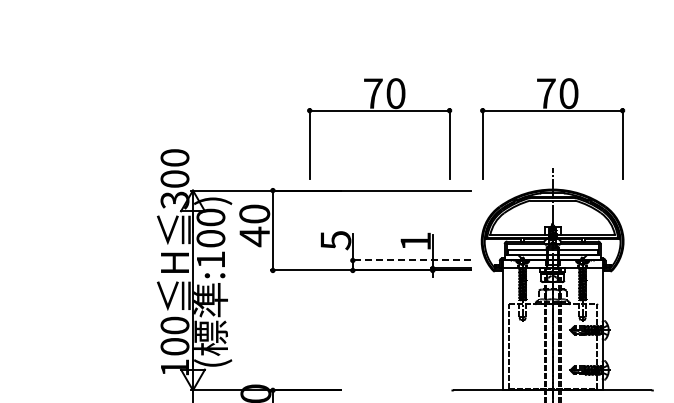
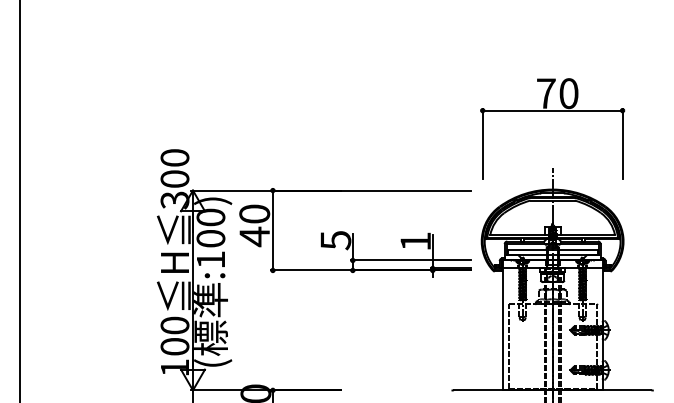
part at (379, 111): present -> none
line at (20, 200): none -> present
line at (410, 260): dashed -> solid
